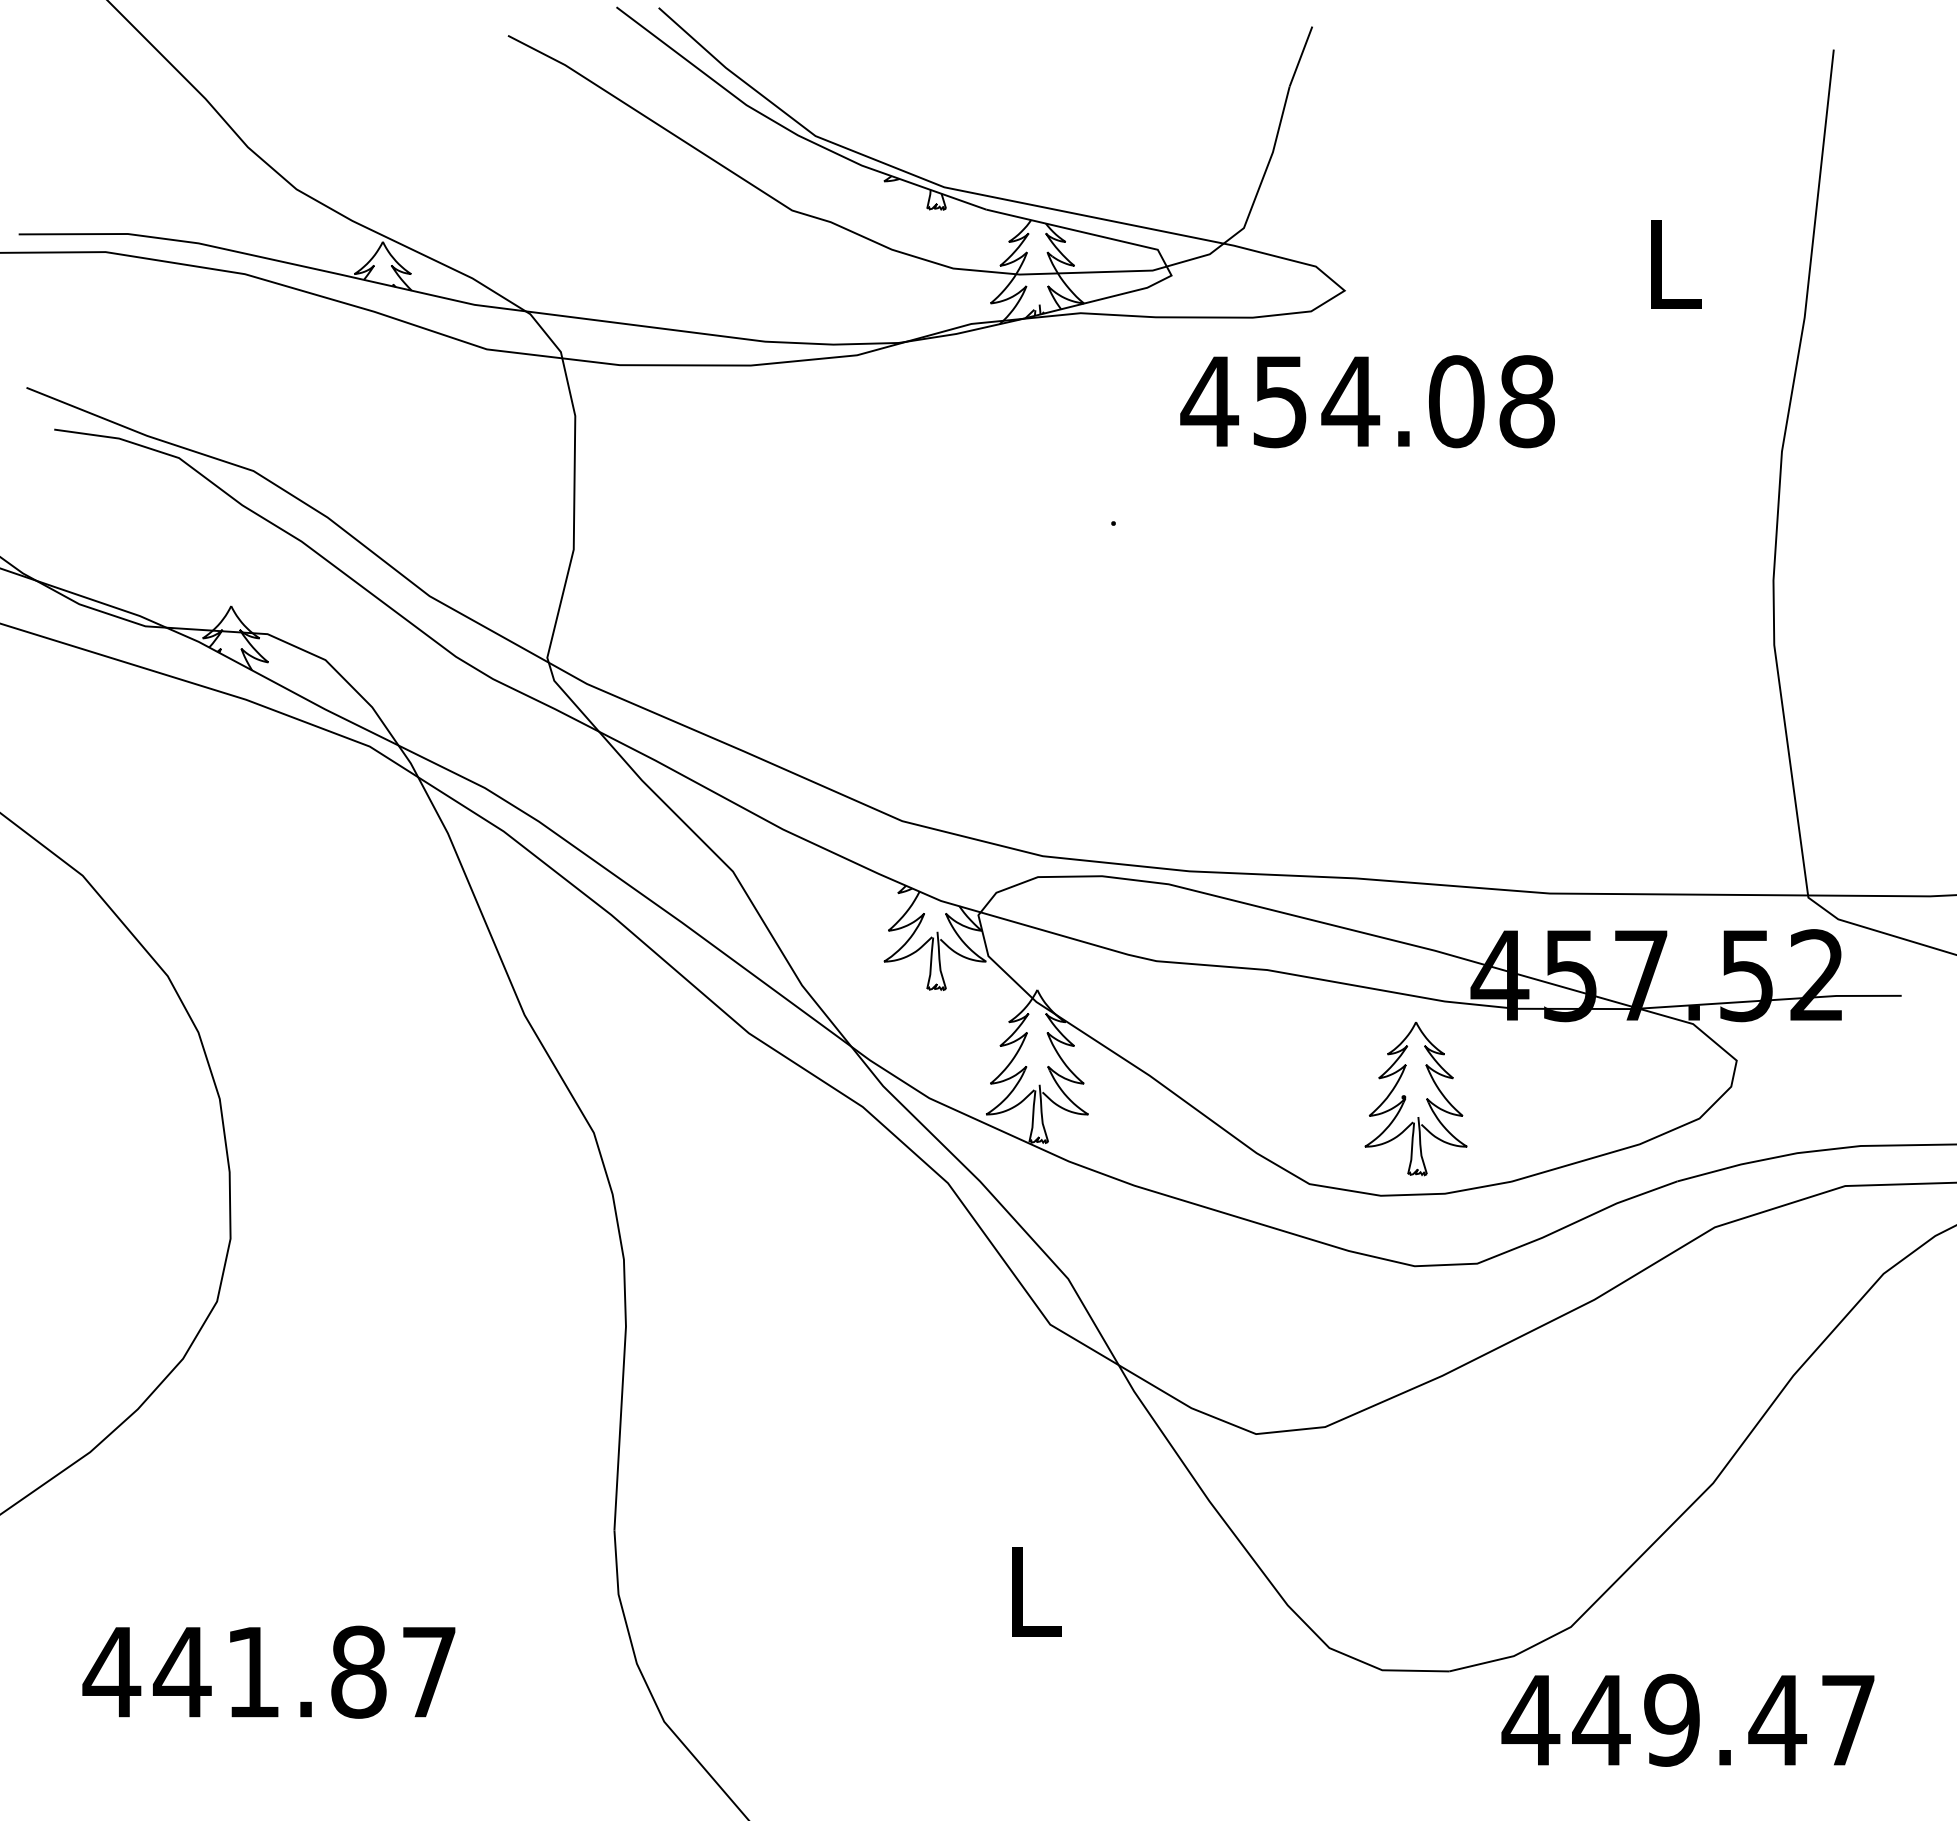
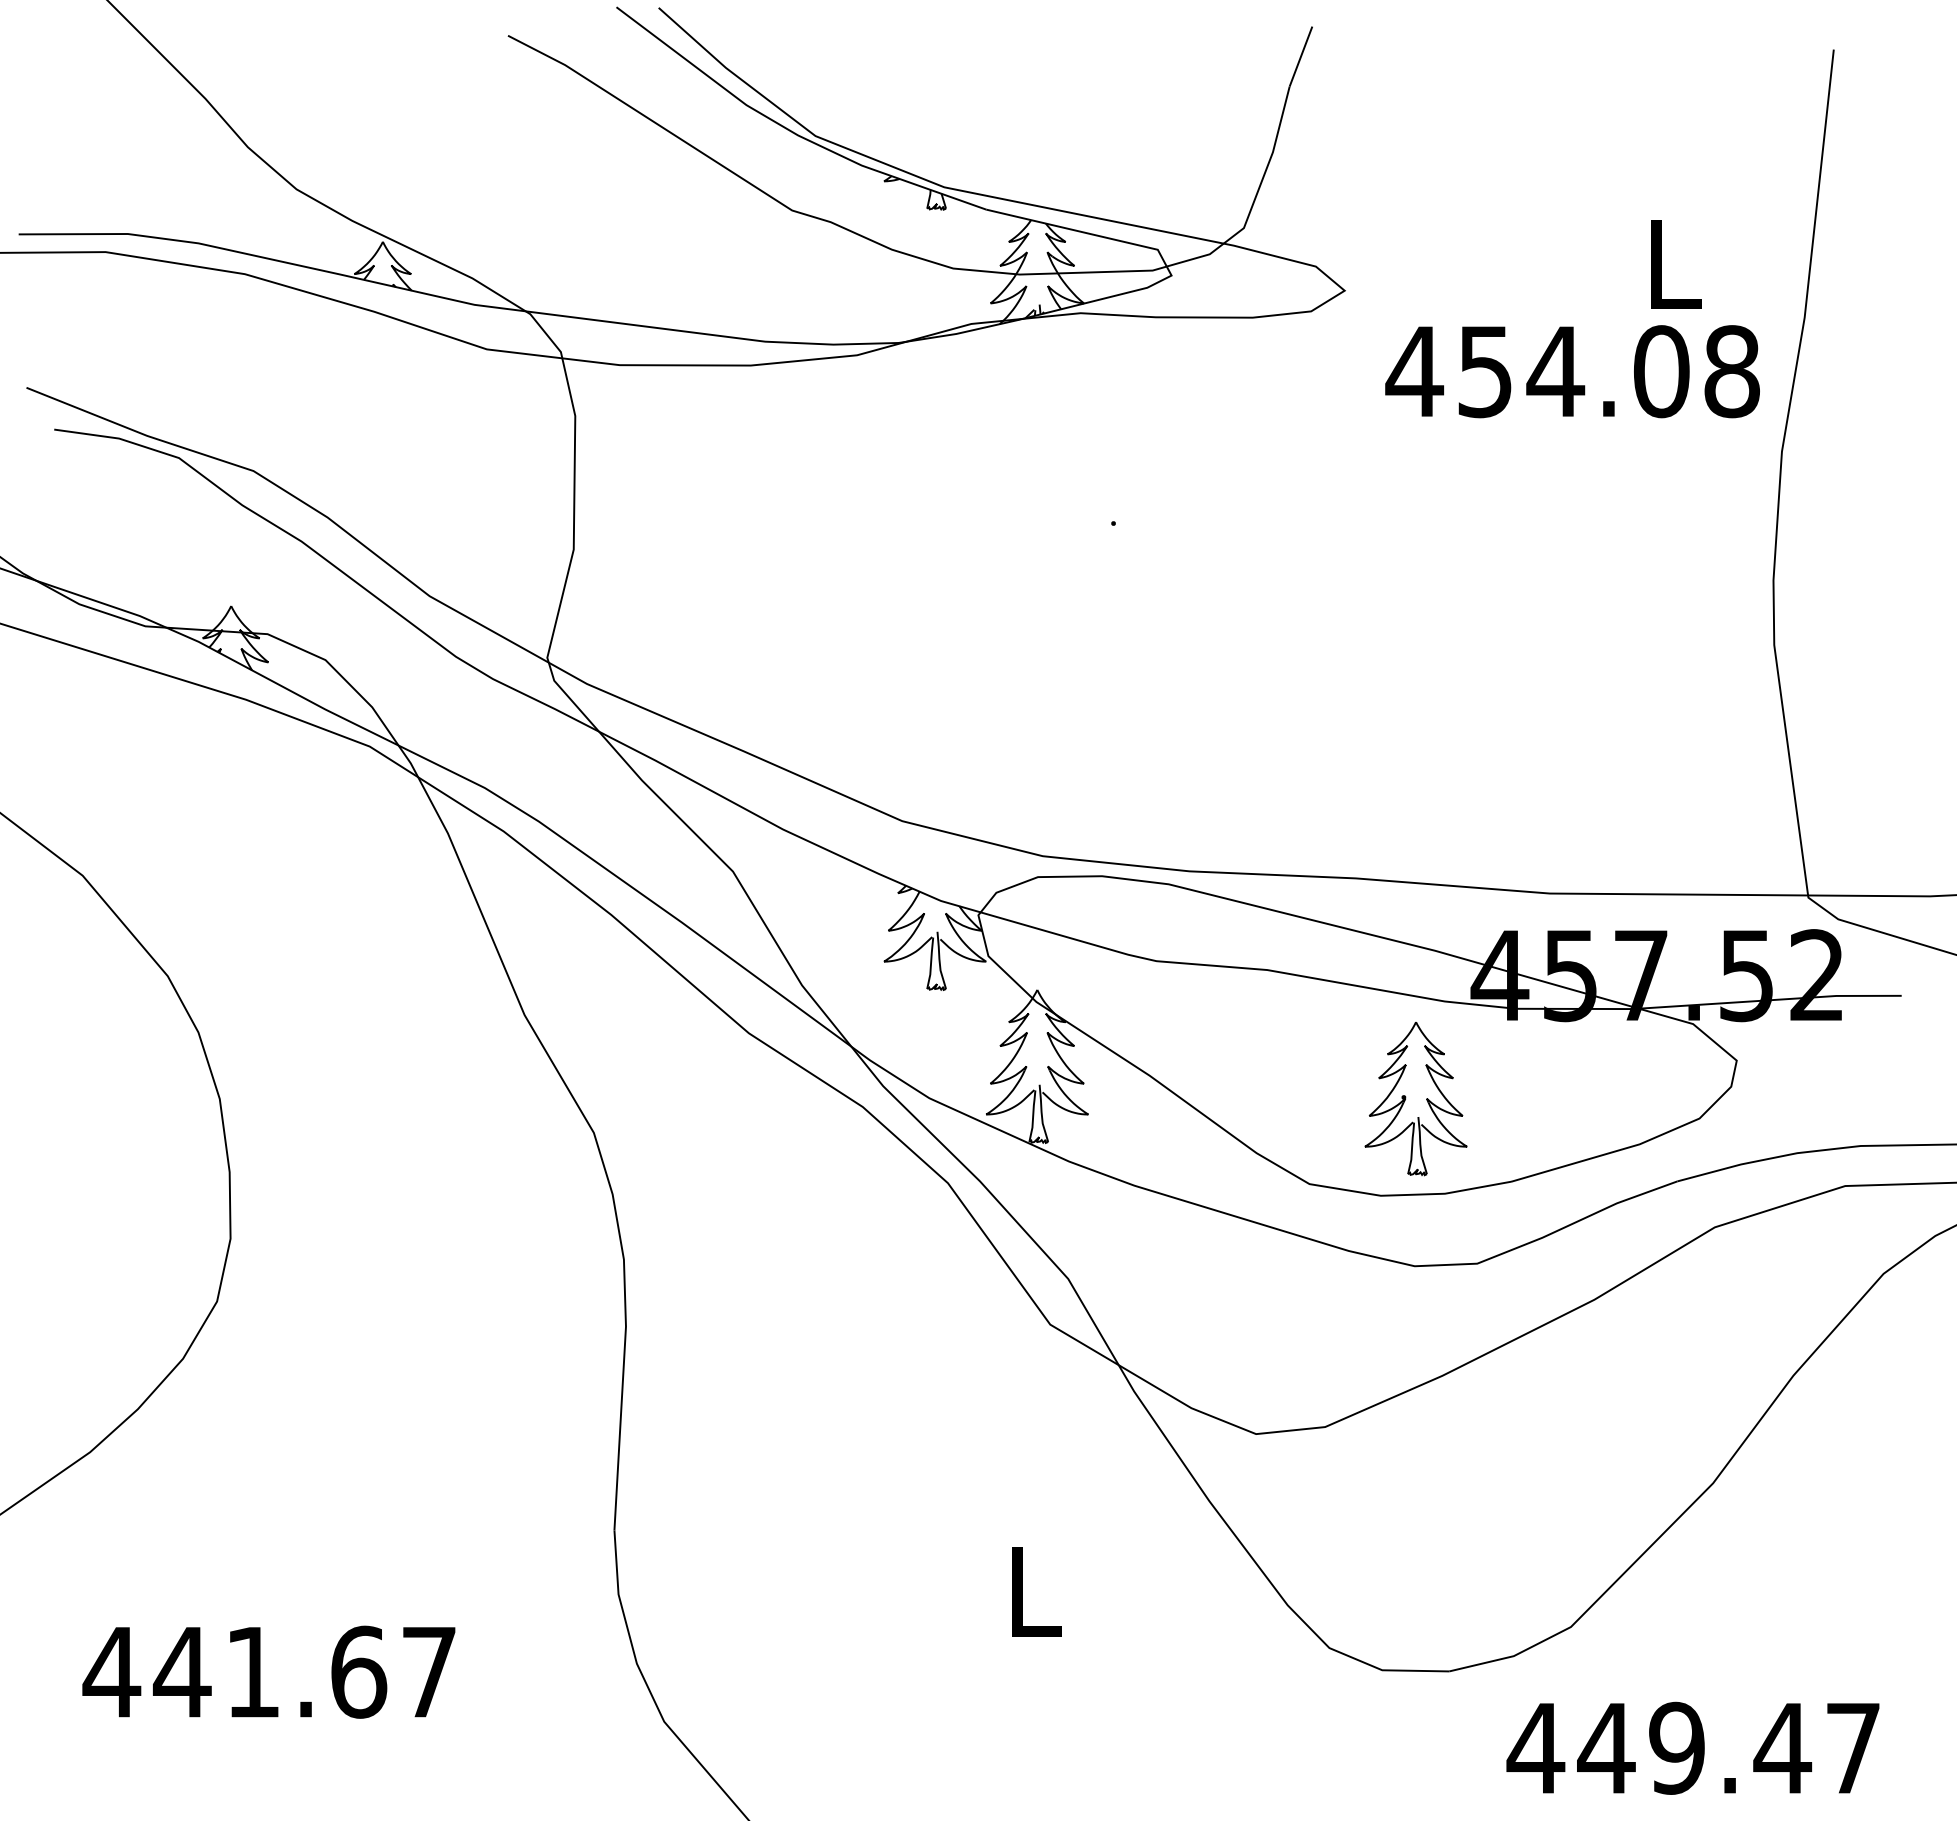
text at (1367, 401) position: (1367, 401) -> (1572, 371)
text at (359, 1671): 441.87 -> 441.67
text at (1687, 1719) position: (1687, 1719) -> (1692, 1747)
